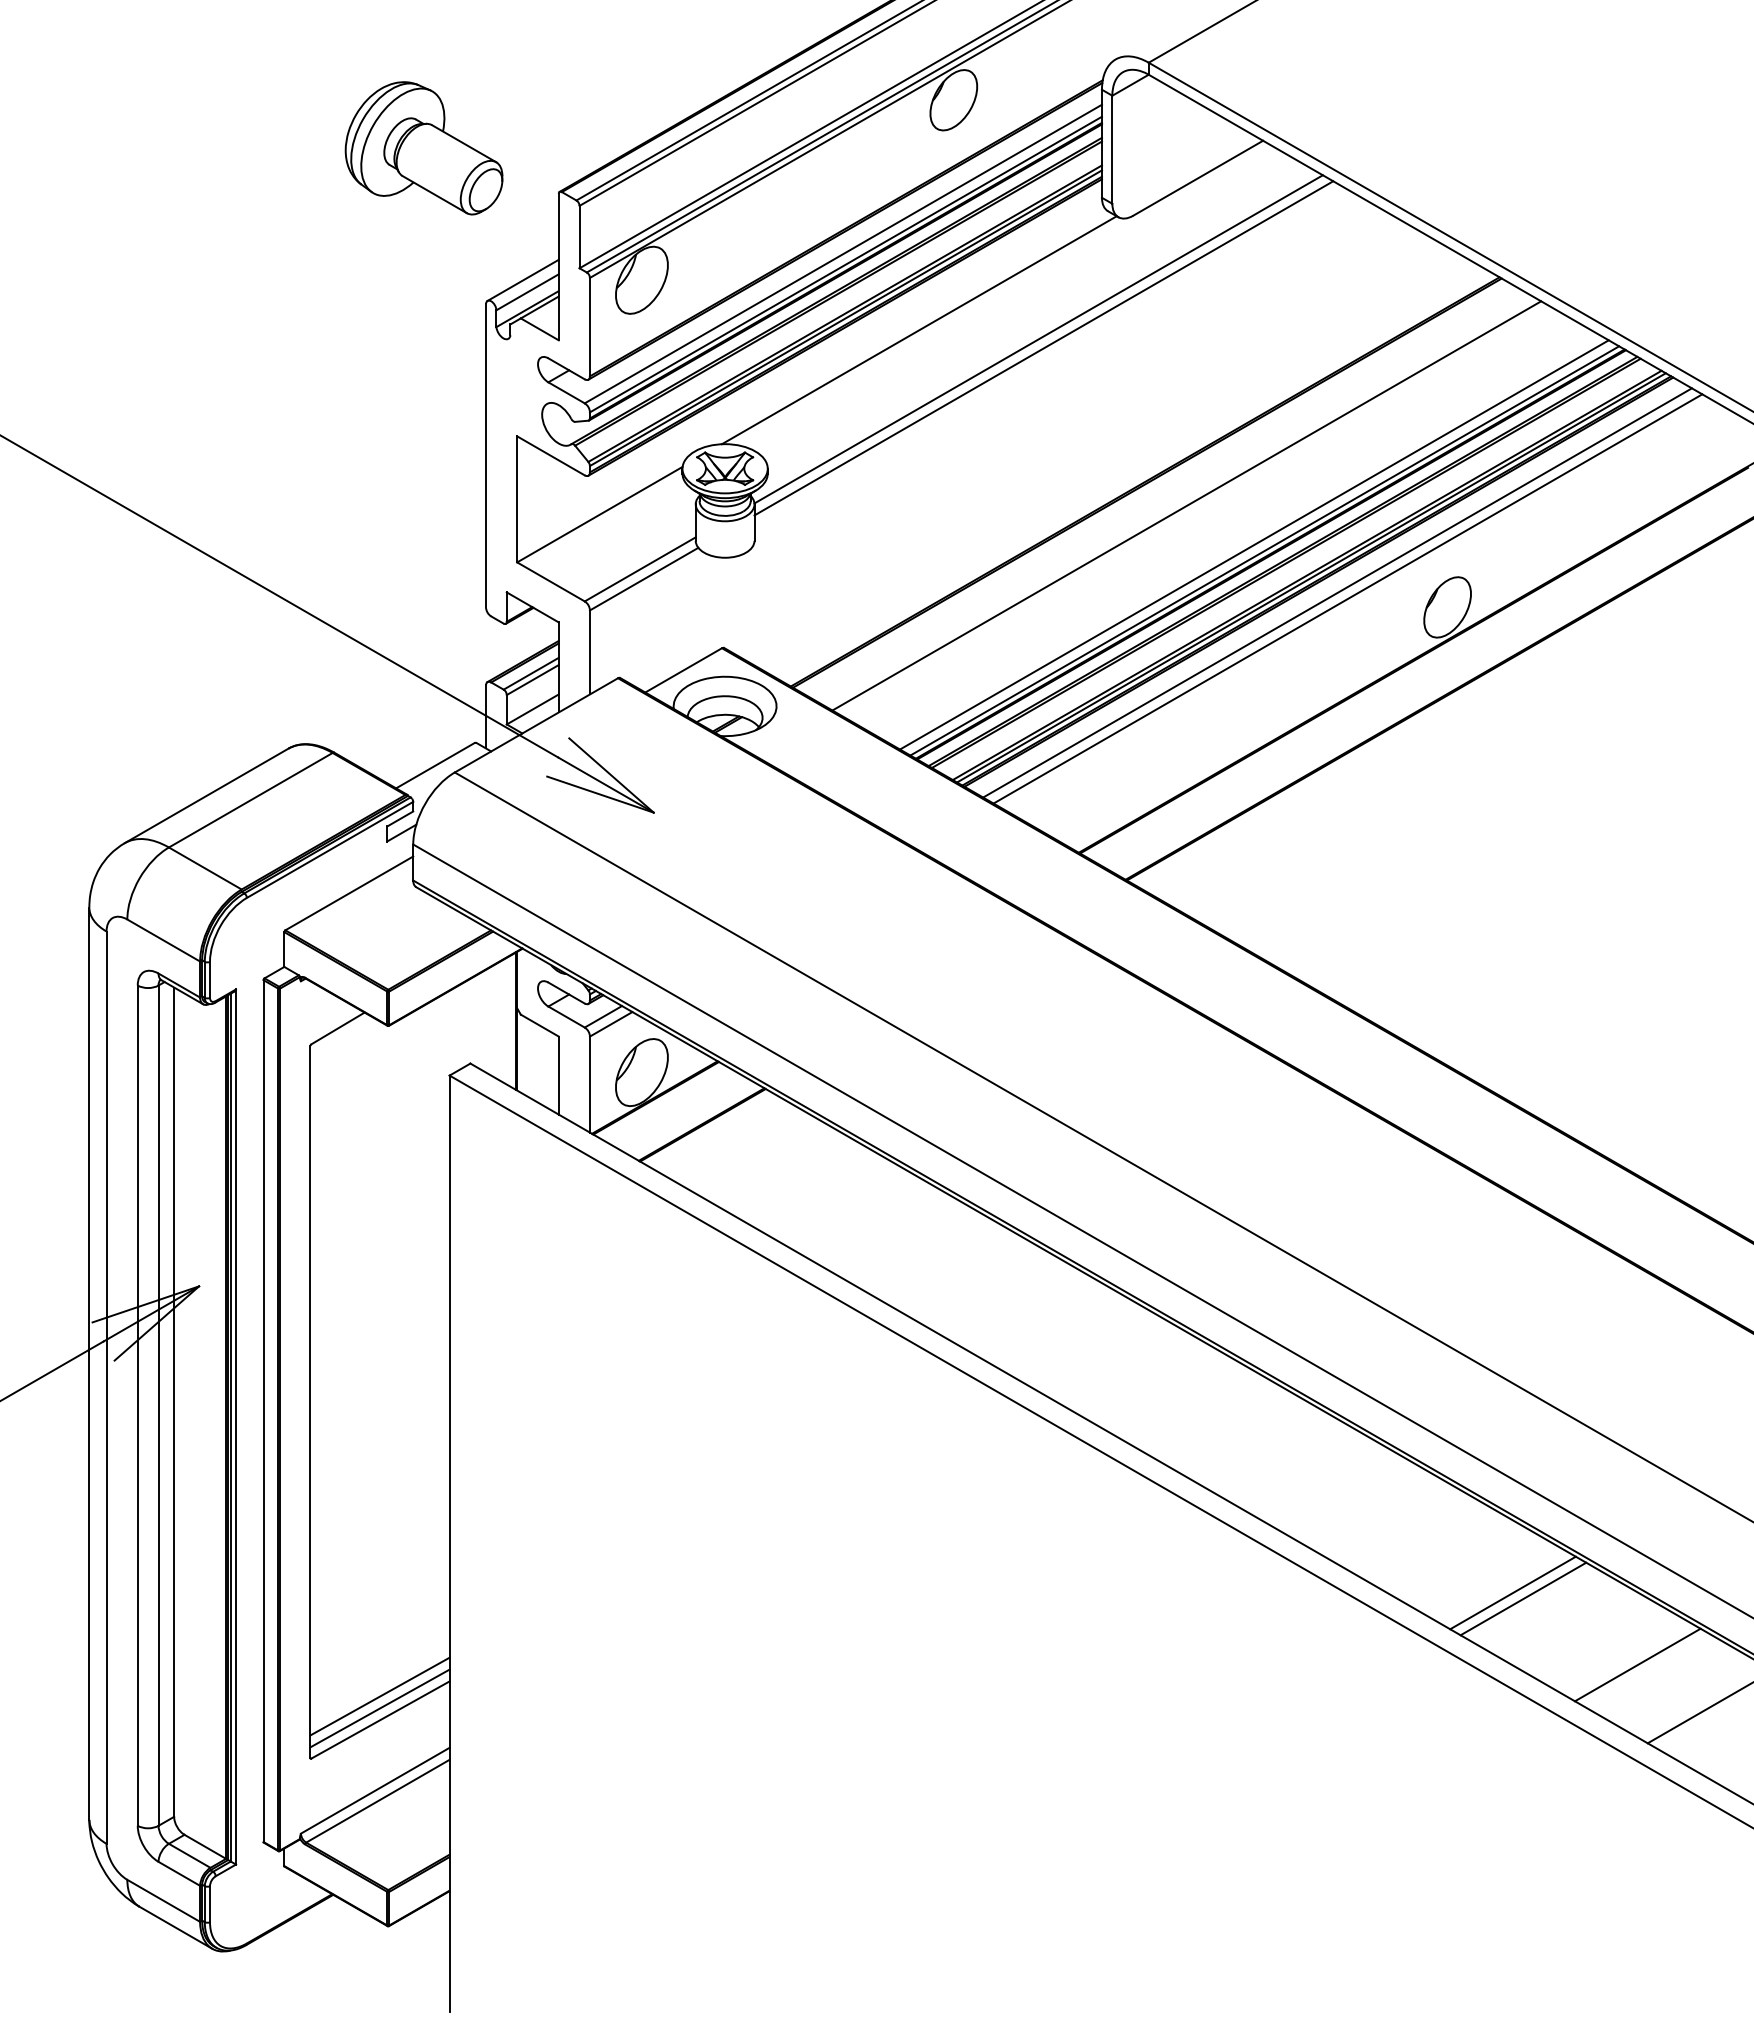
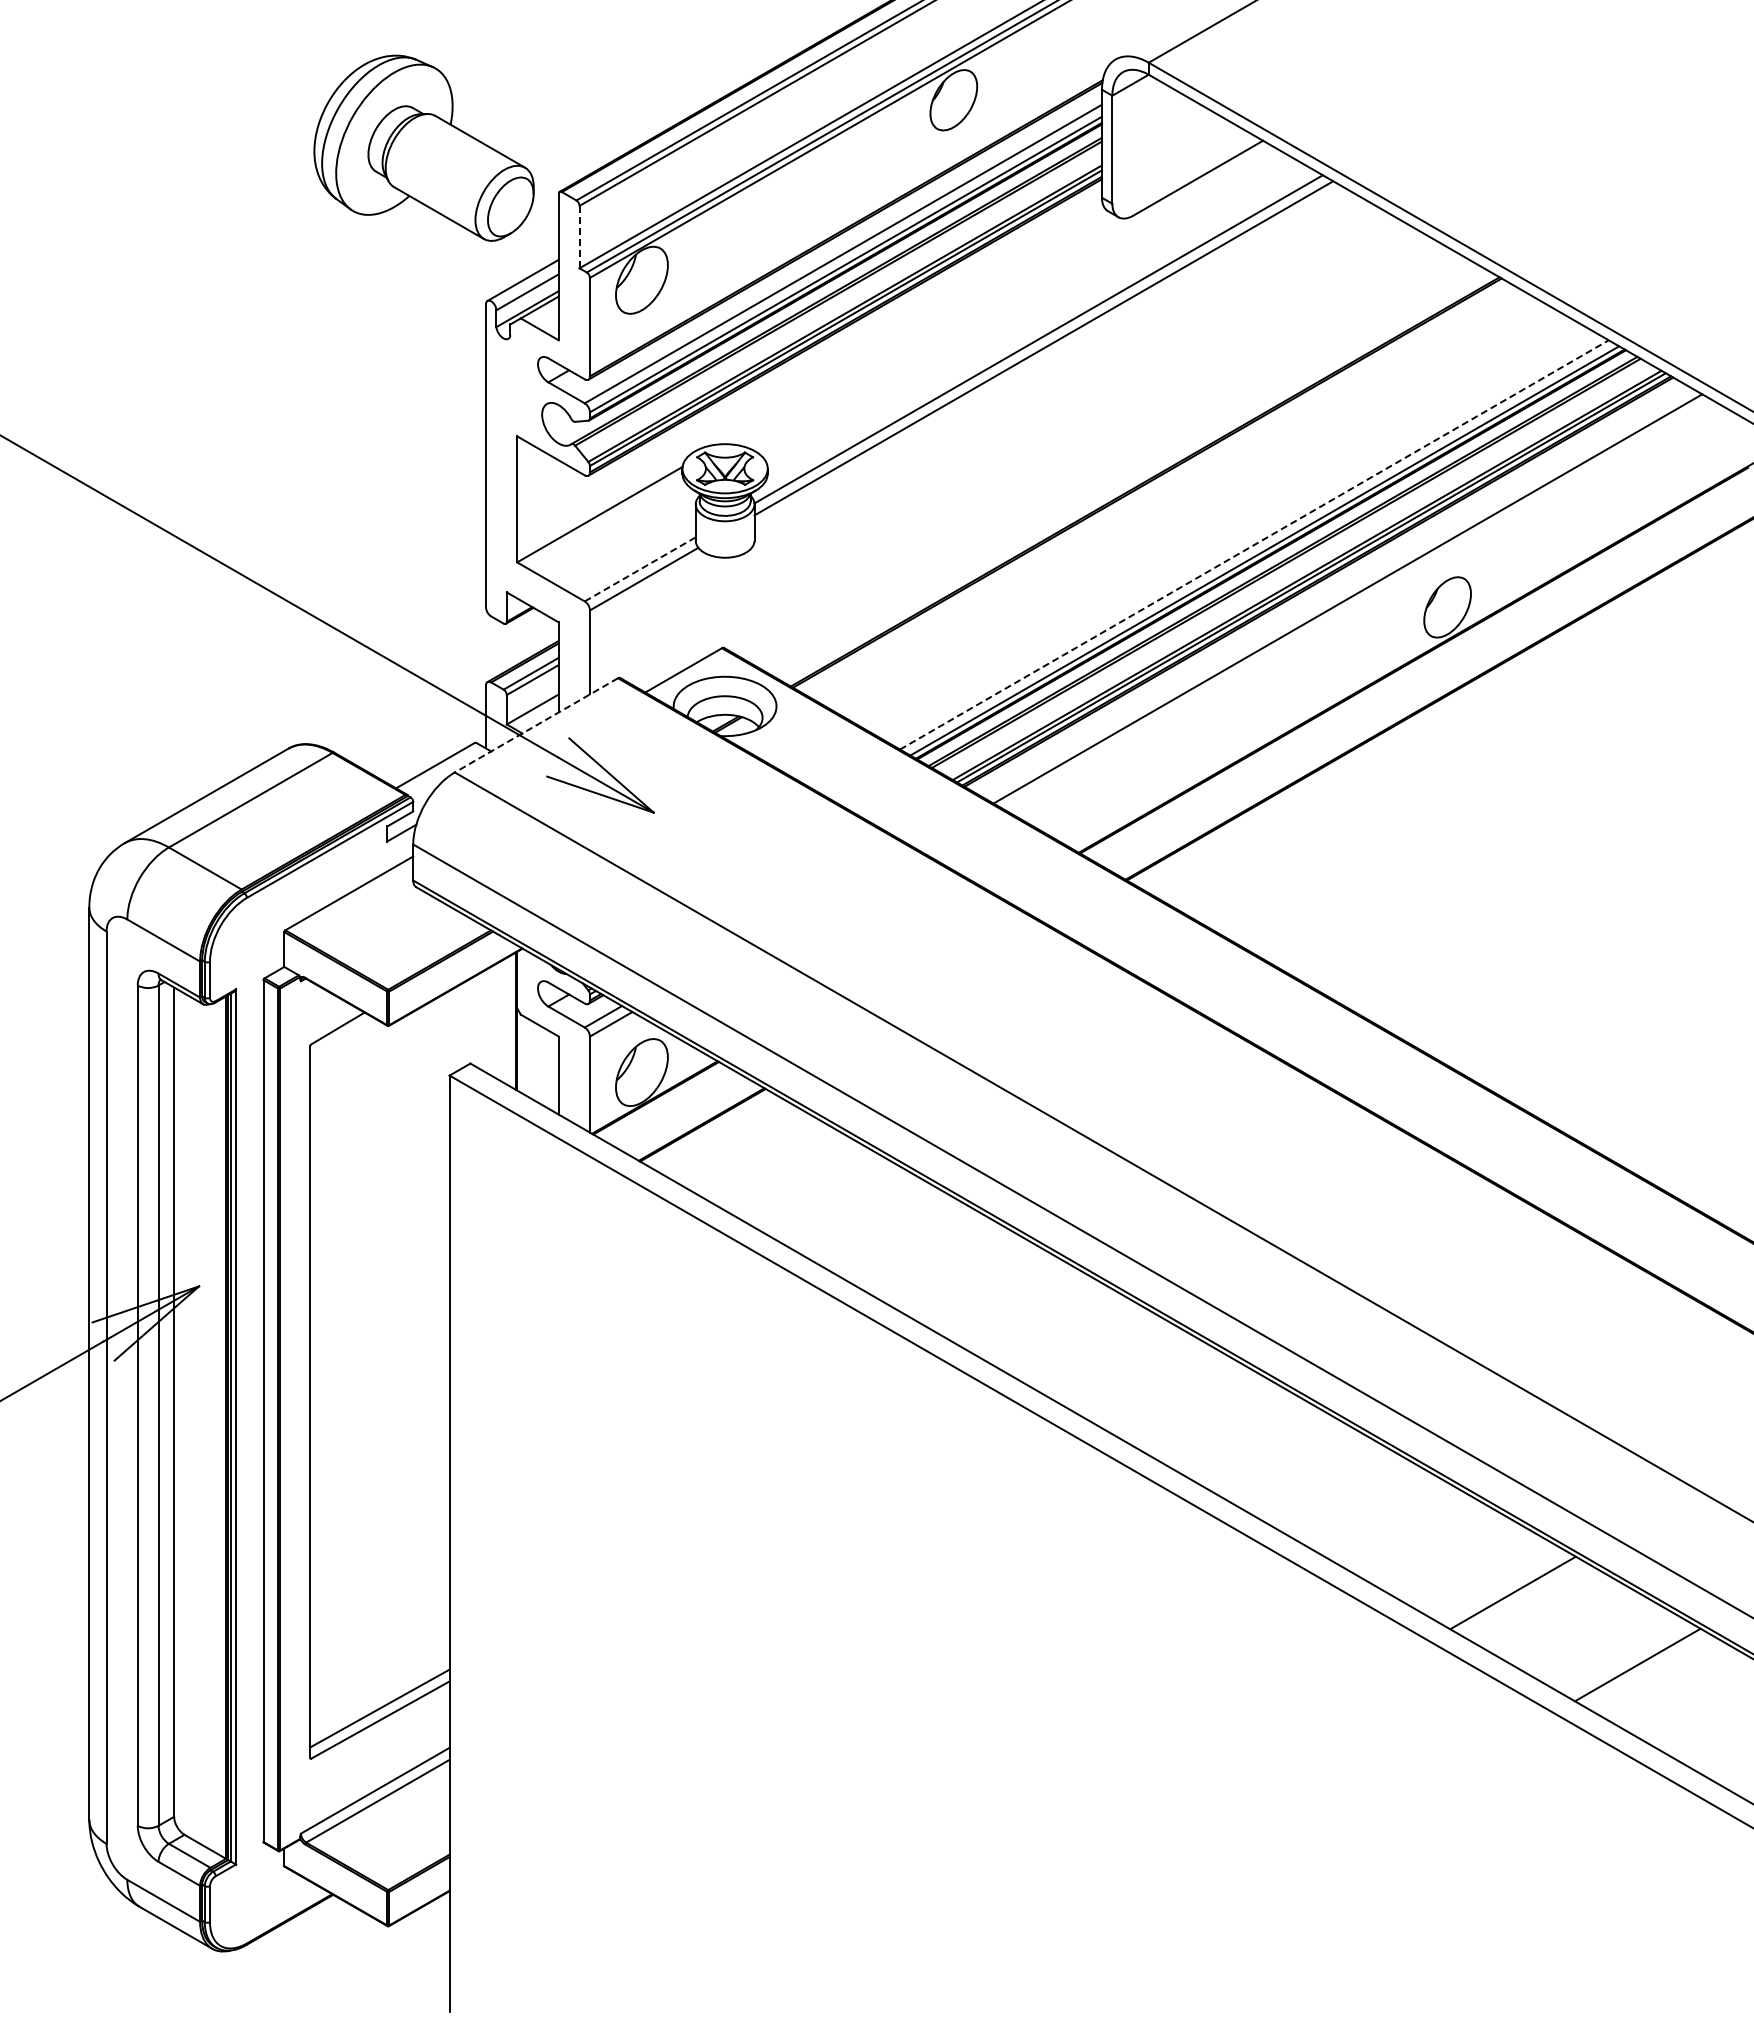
part at (423, 148) size: 160x135 px -> 222x188 px
line at (579, 237): solid -> dashed
line at (918, 330): present -> none
line at (1186, 505): present -> none
line at (1254, 544): solid -> dashed
line at (640, 569): solid -> dashed
line at (1337, 592): present -> none
line at (536, 725): solid -> dashed
line at (1523, 1598): present -> none
line at (379, 1696): present -> none
line at (1698, 1713): present -> none
